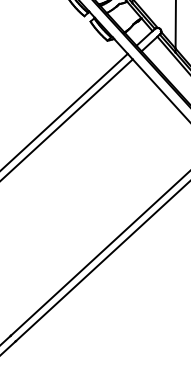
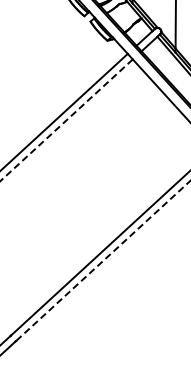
line at (66, 120): solid -> dashed
line at (103, 260): solid -> dashed
